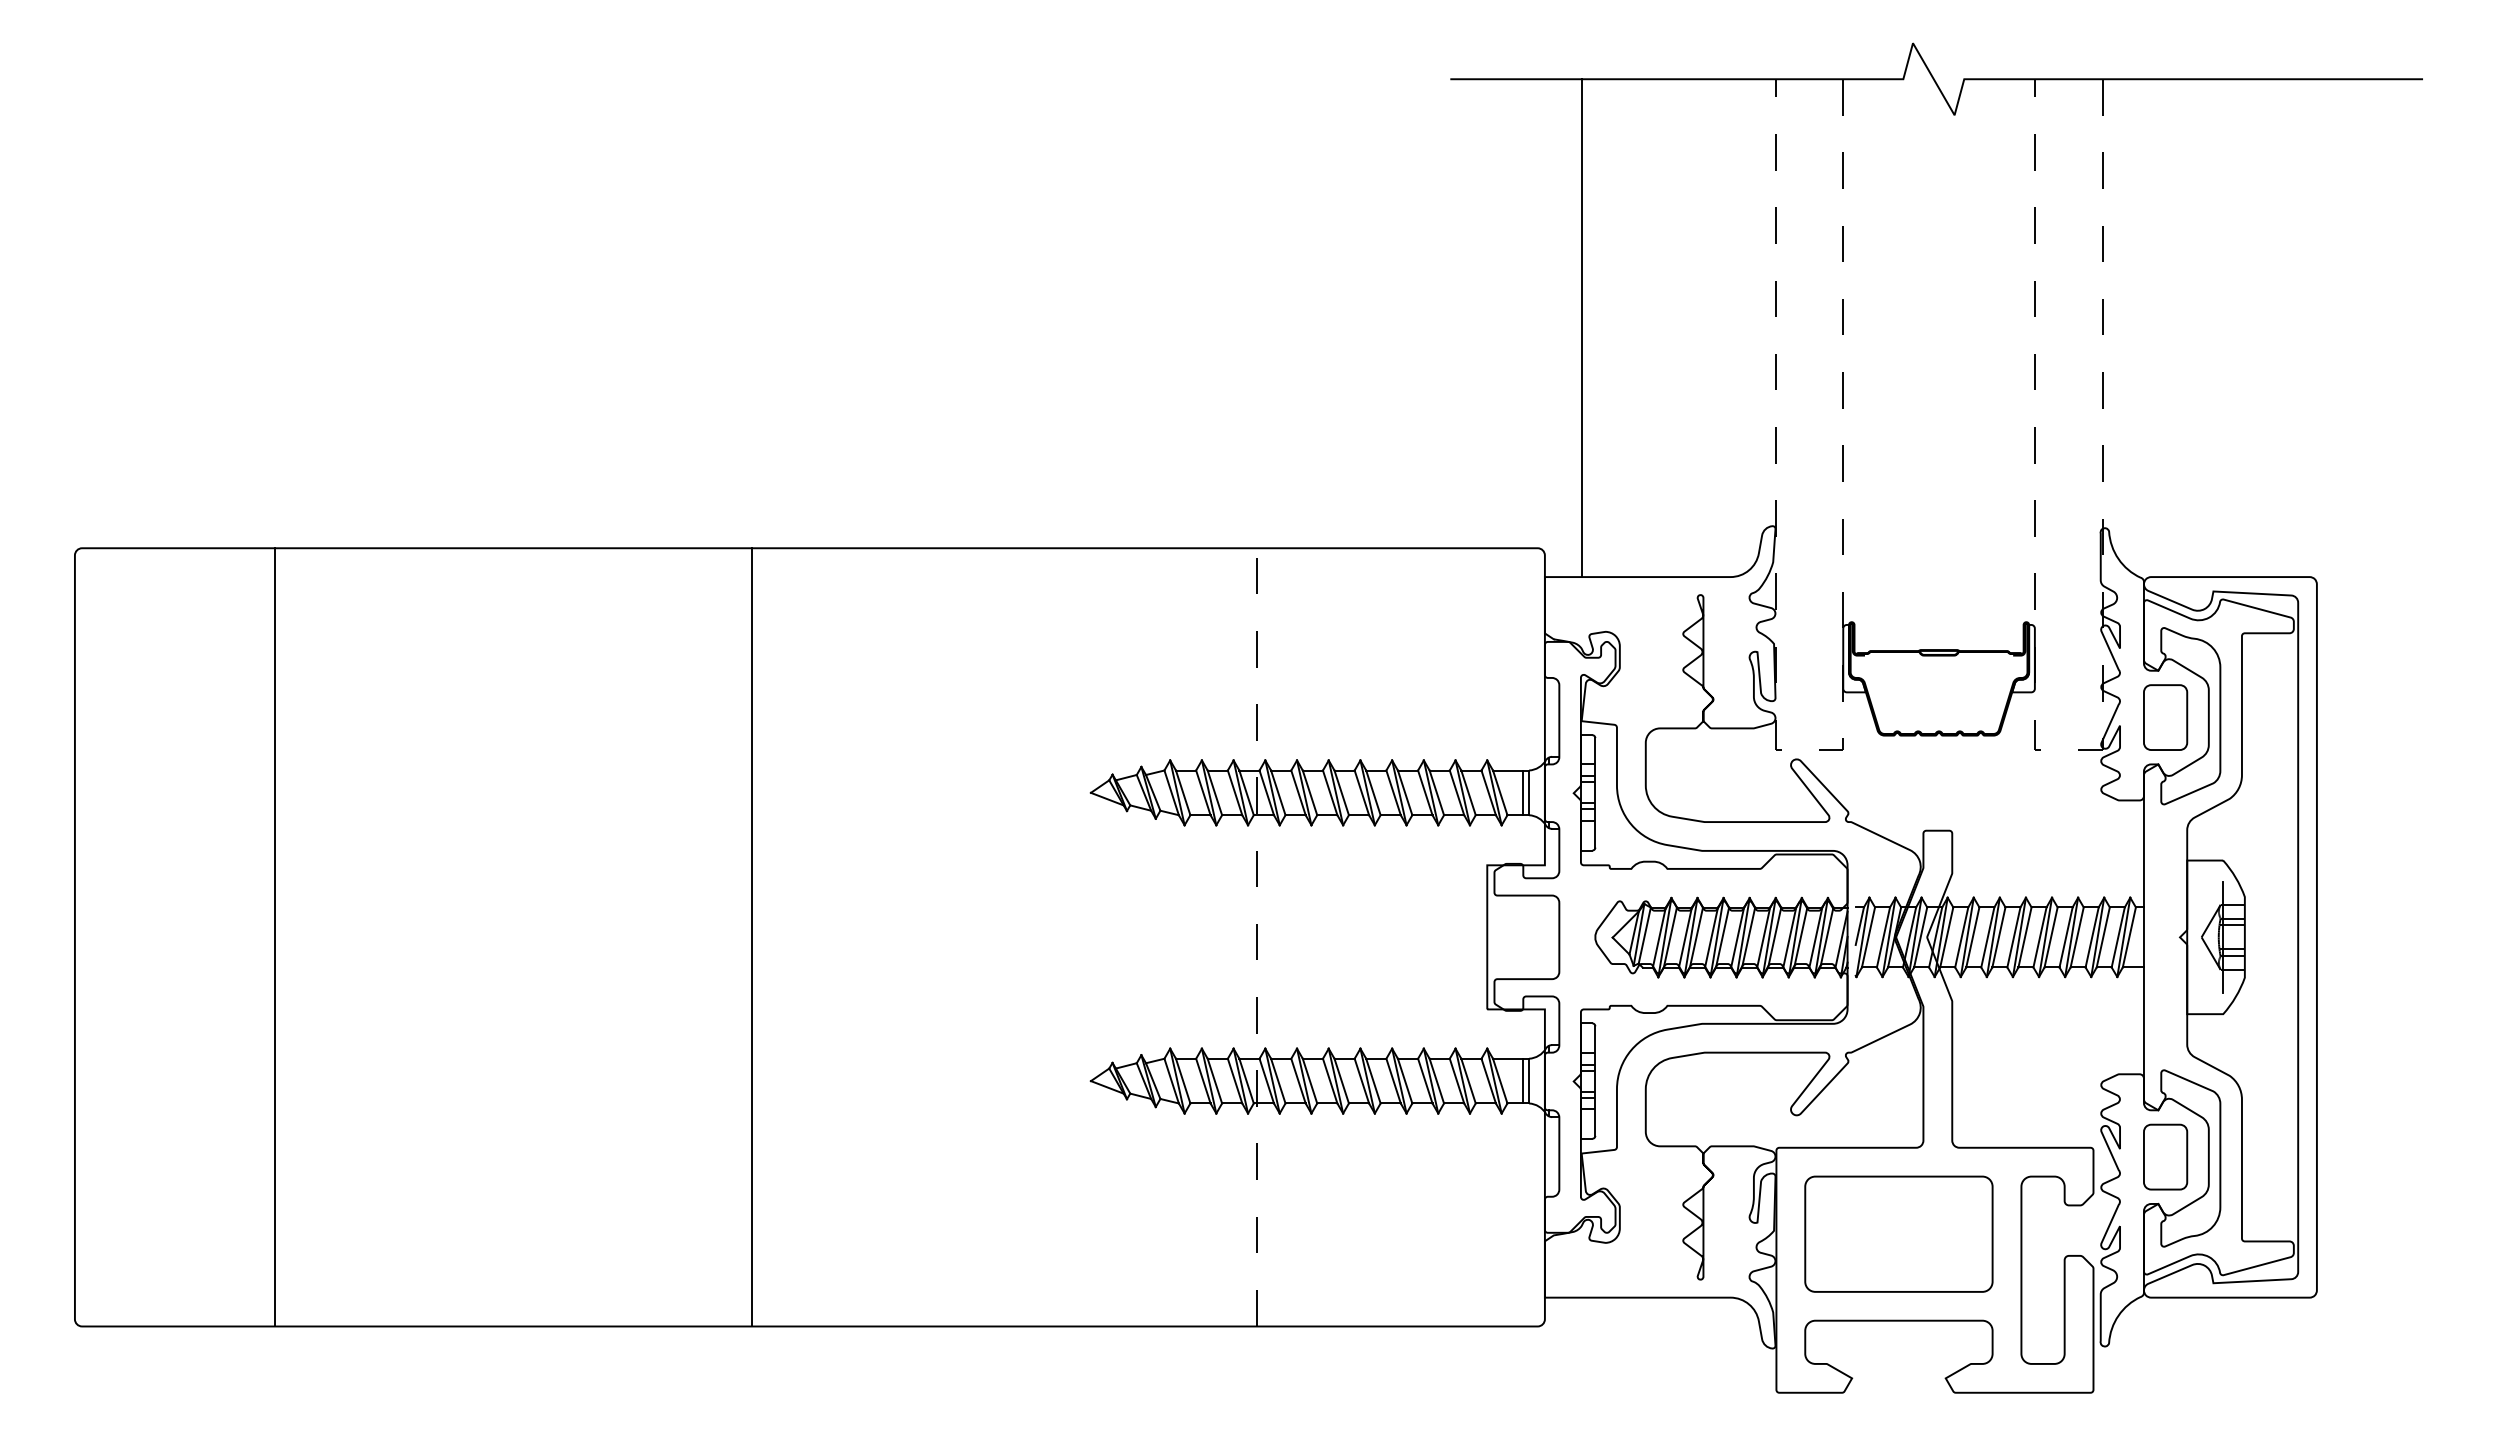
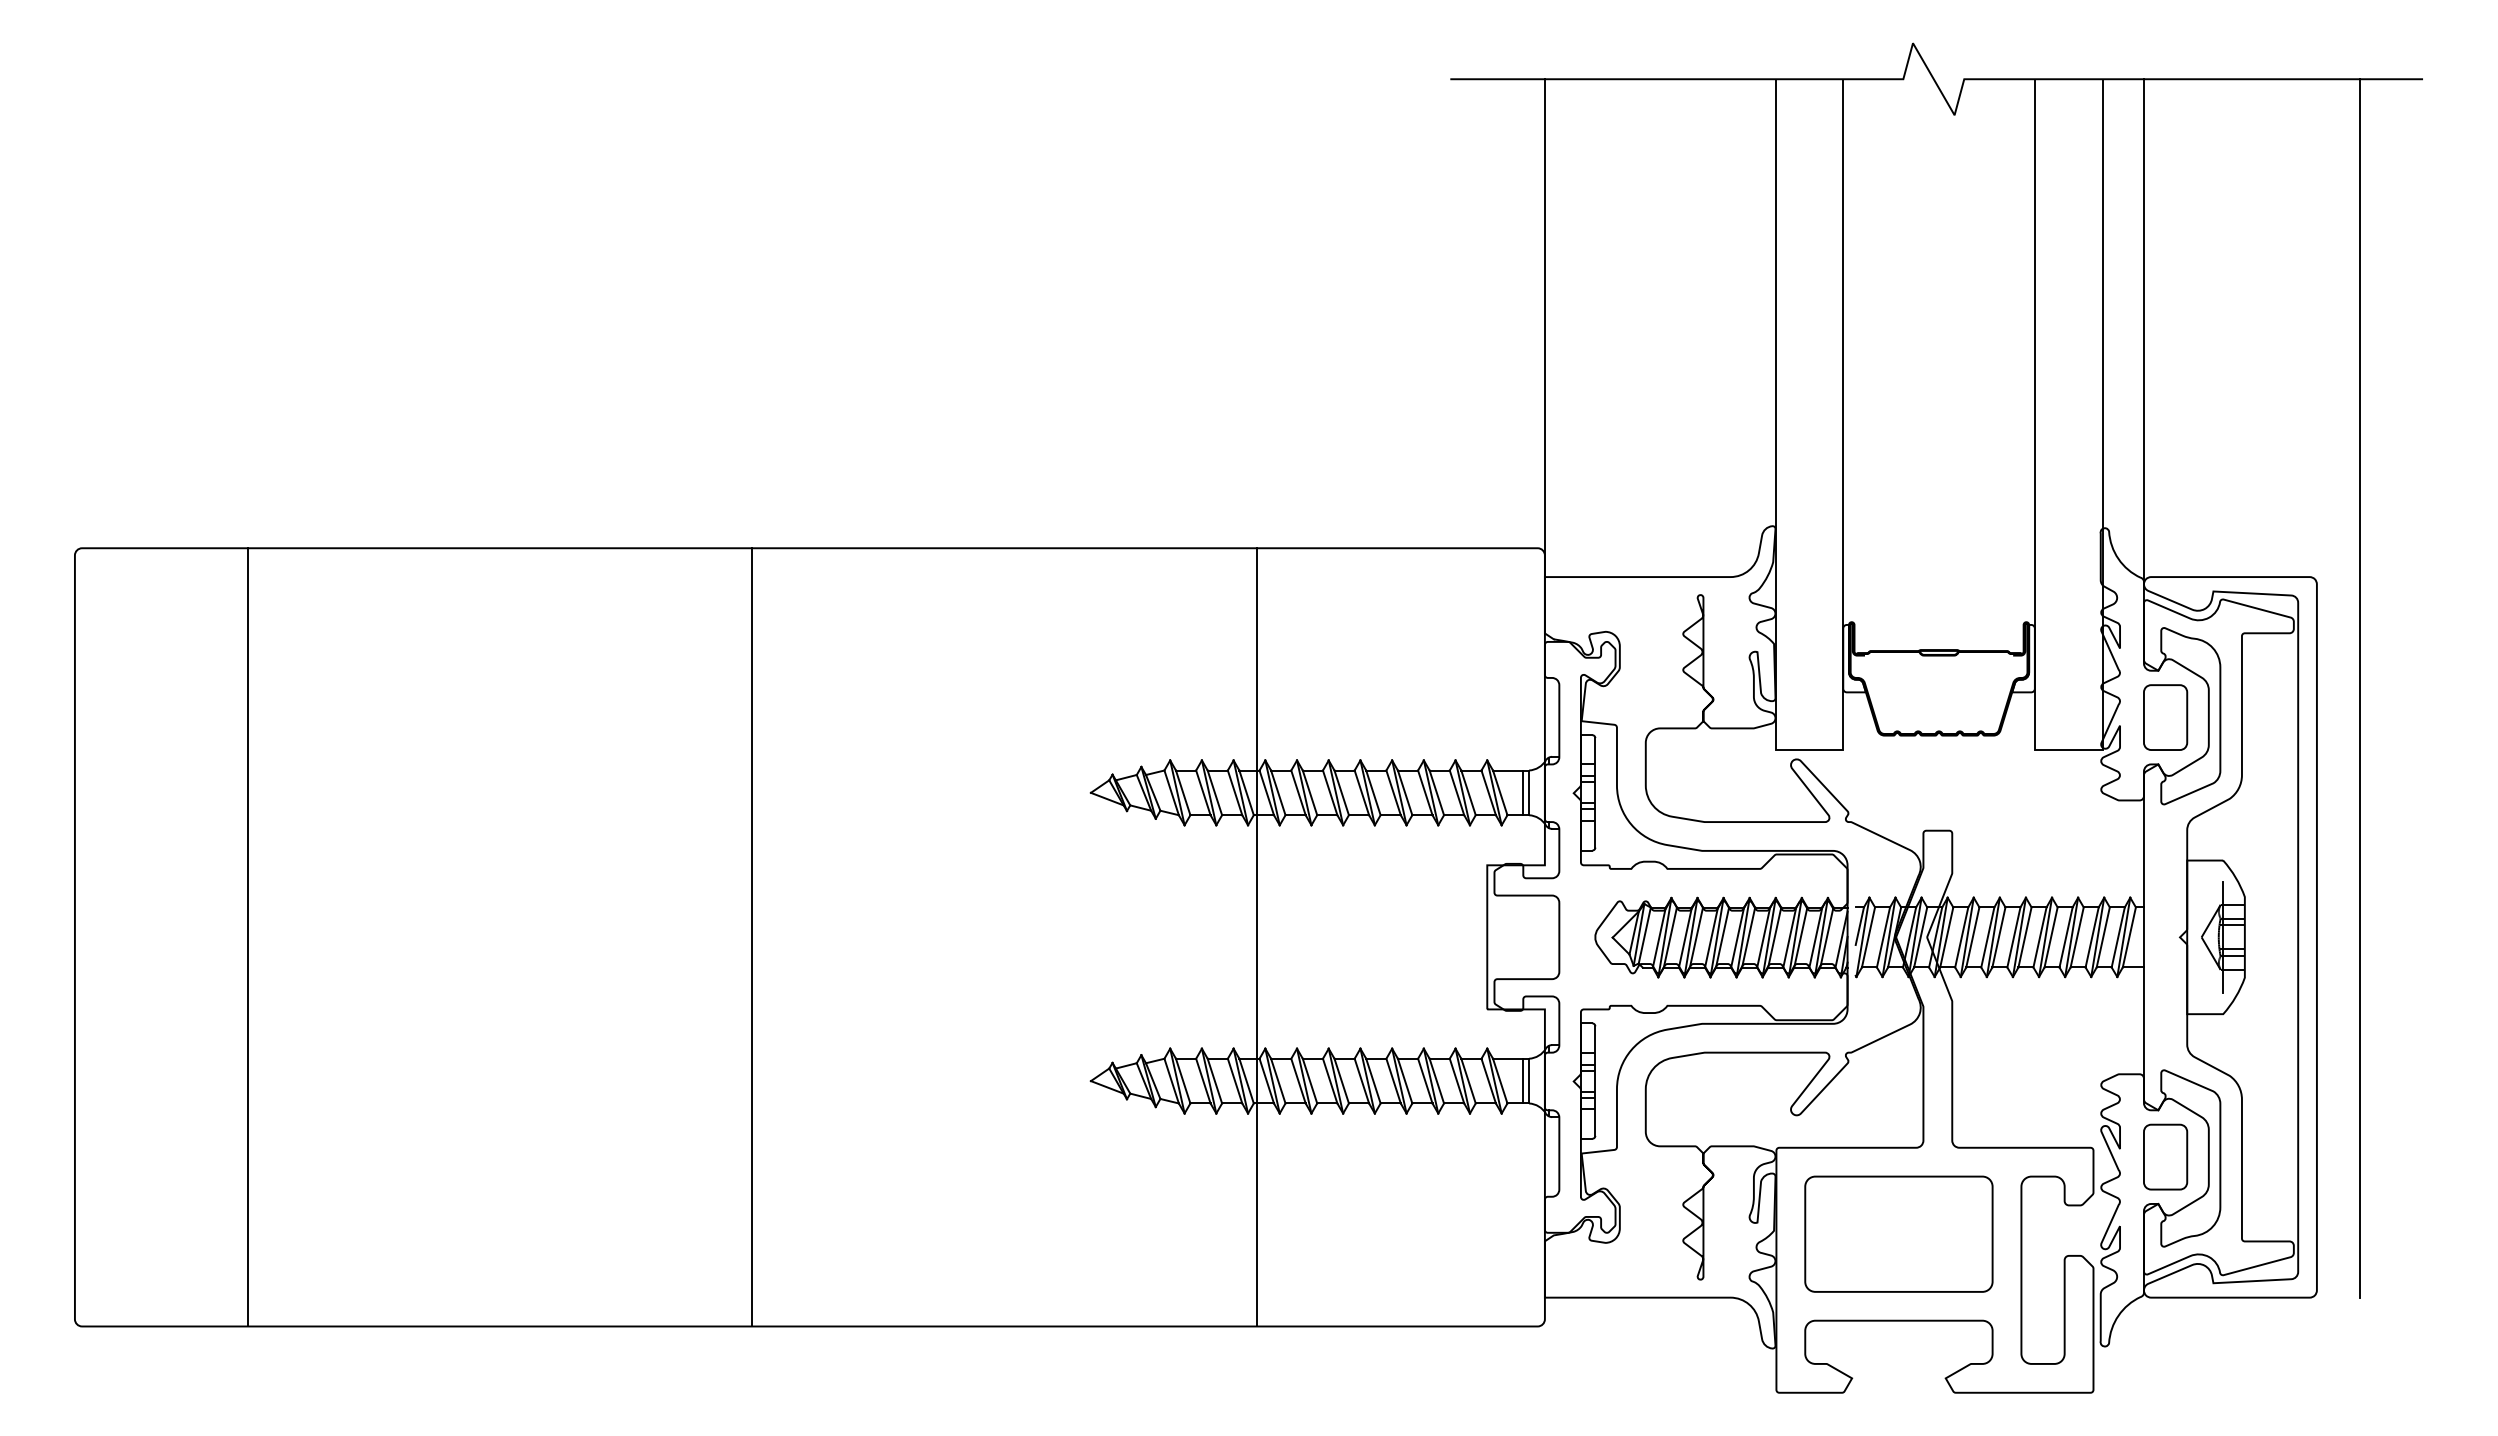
line at (1581, 327) position: (1581, 327) -> (1544, 327)
line at (2143, 331): none -> present
line at (2360, 688): none -> present
line at (1809, 750): dashed -> solid
line at (2068, 750): dashed -> solid
line at (1256, 936): dashed -> solid
line at (274, 937) position: (274, 937) -> (247, 937)
